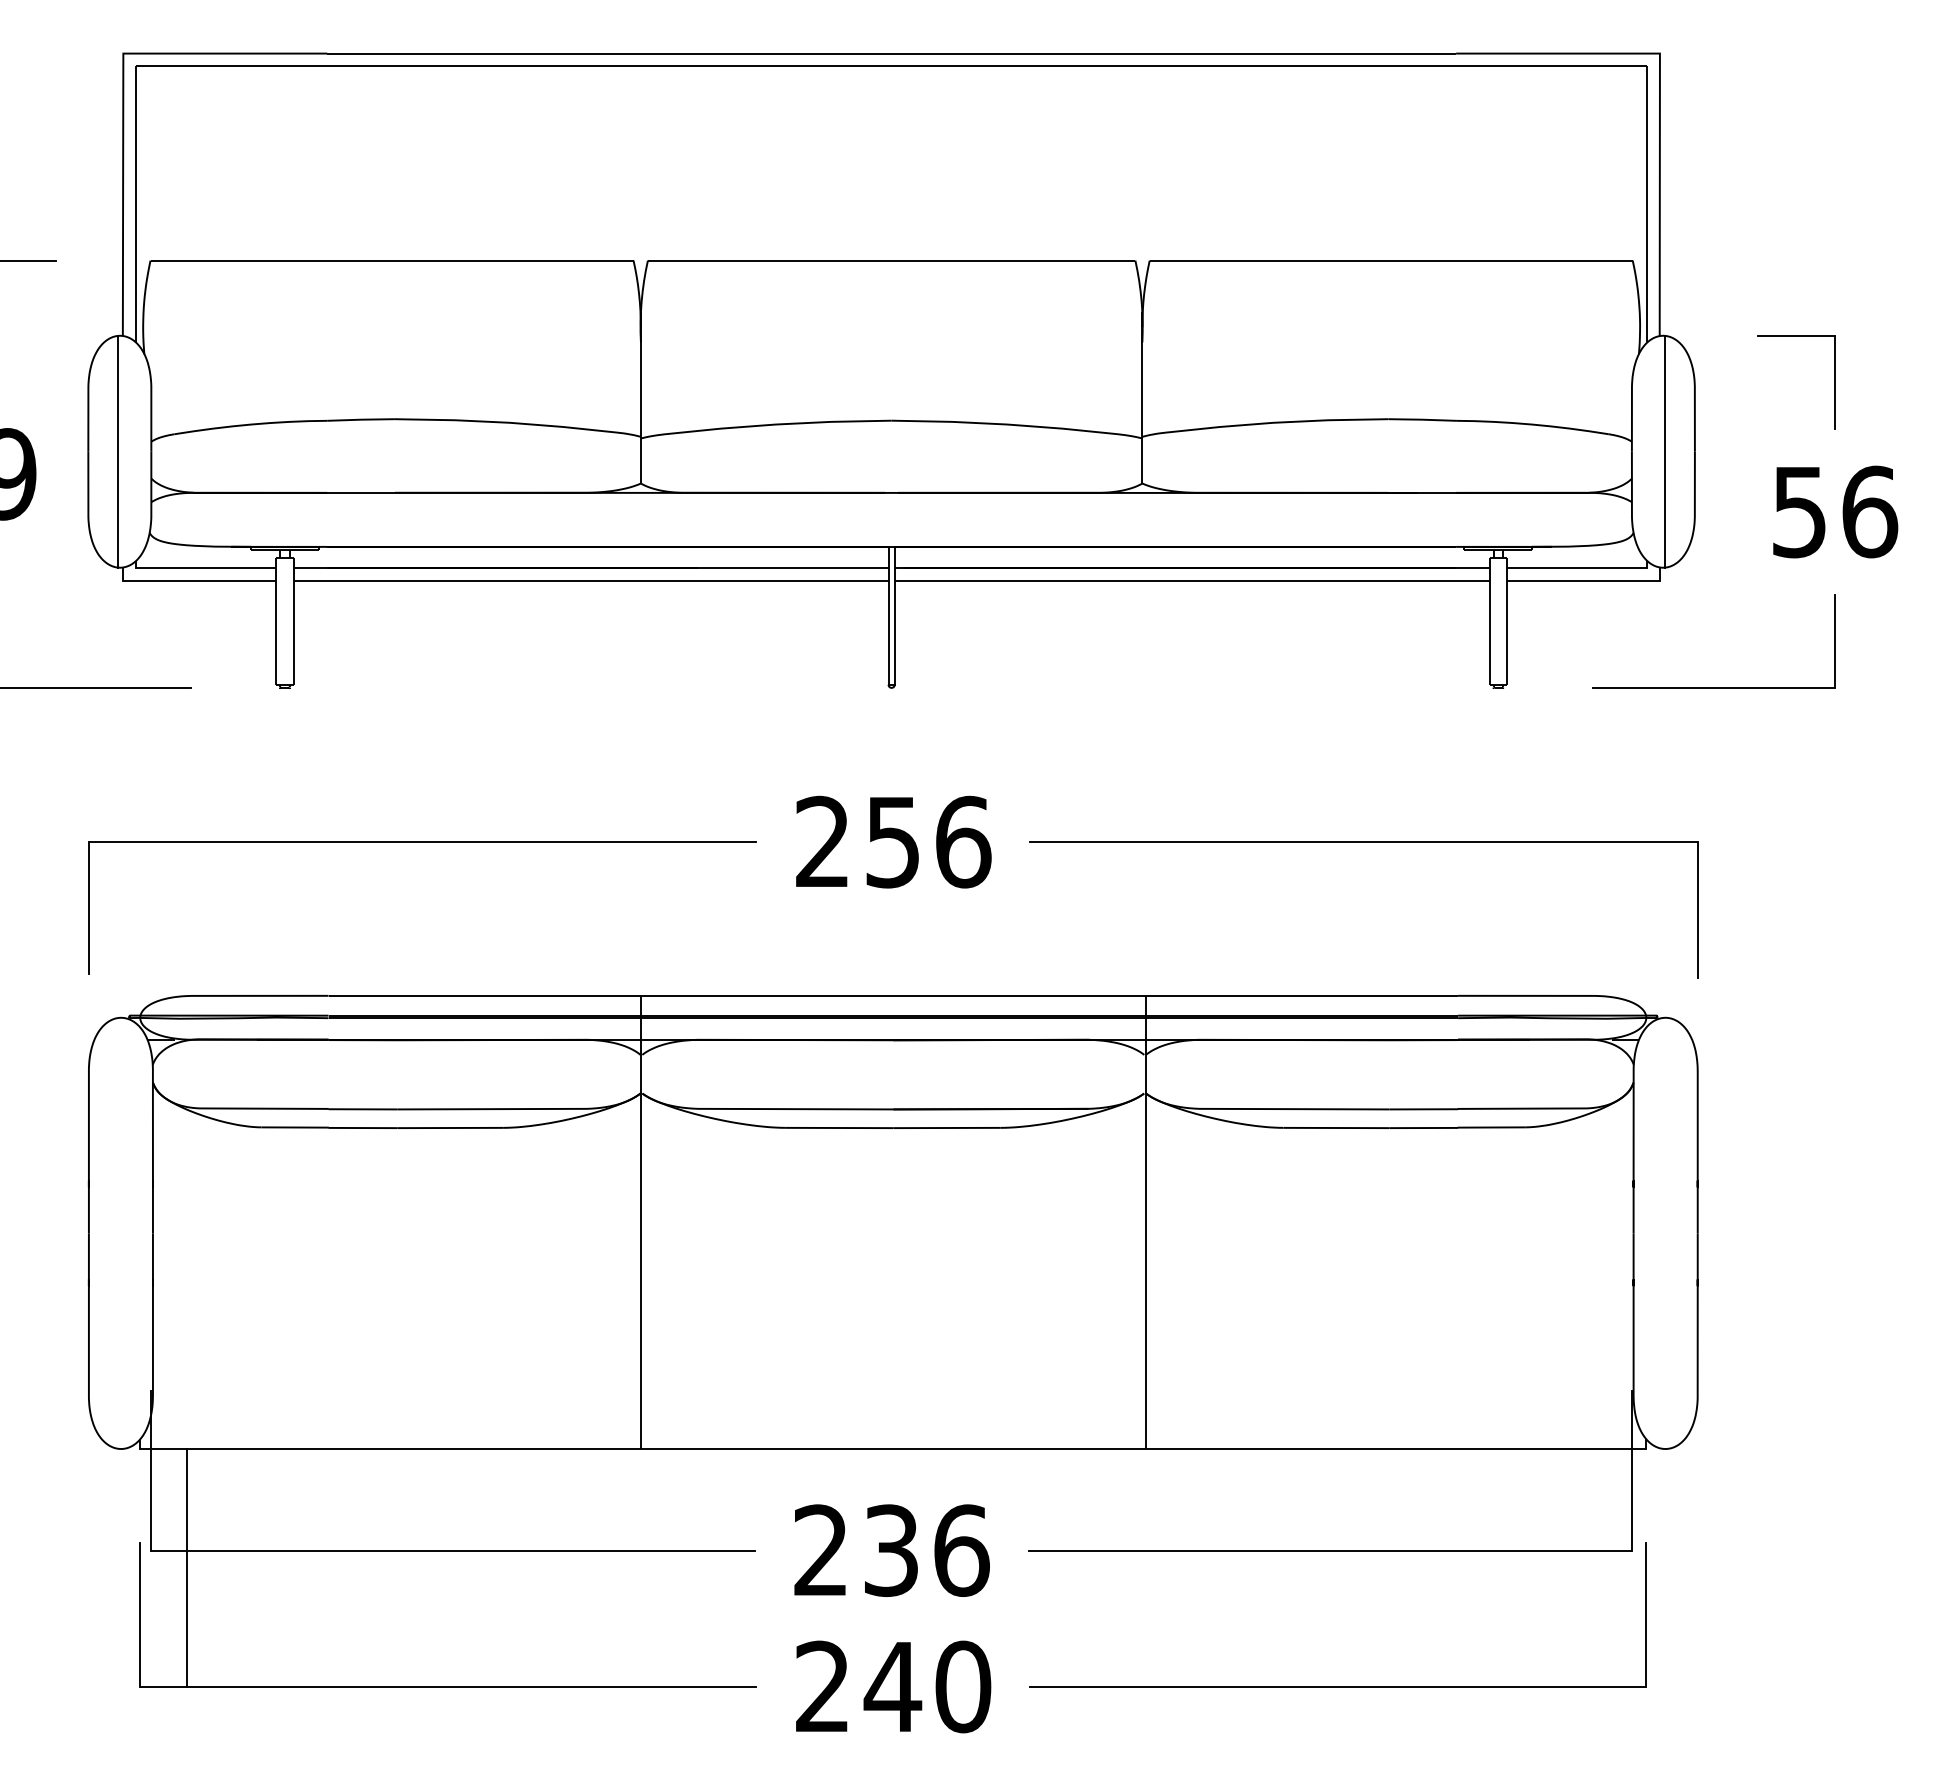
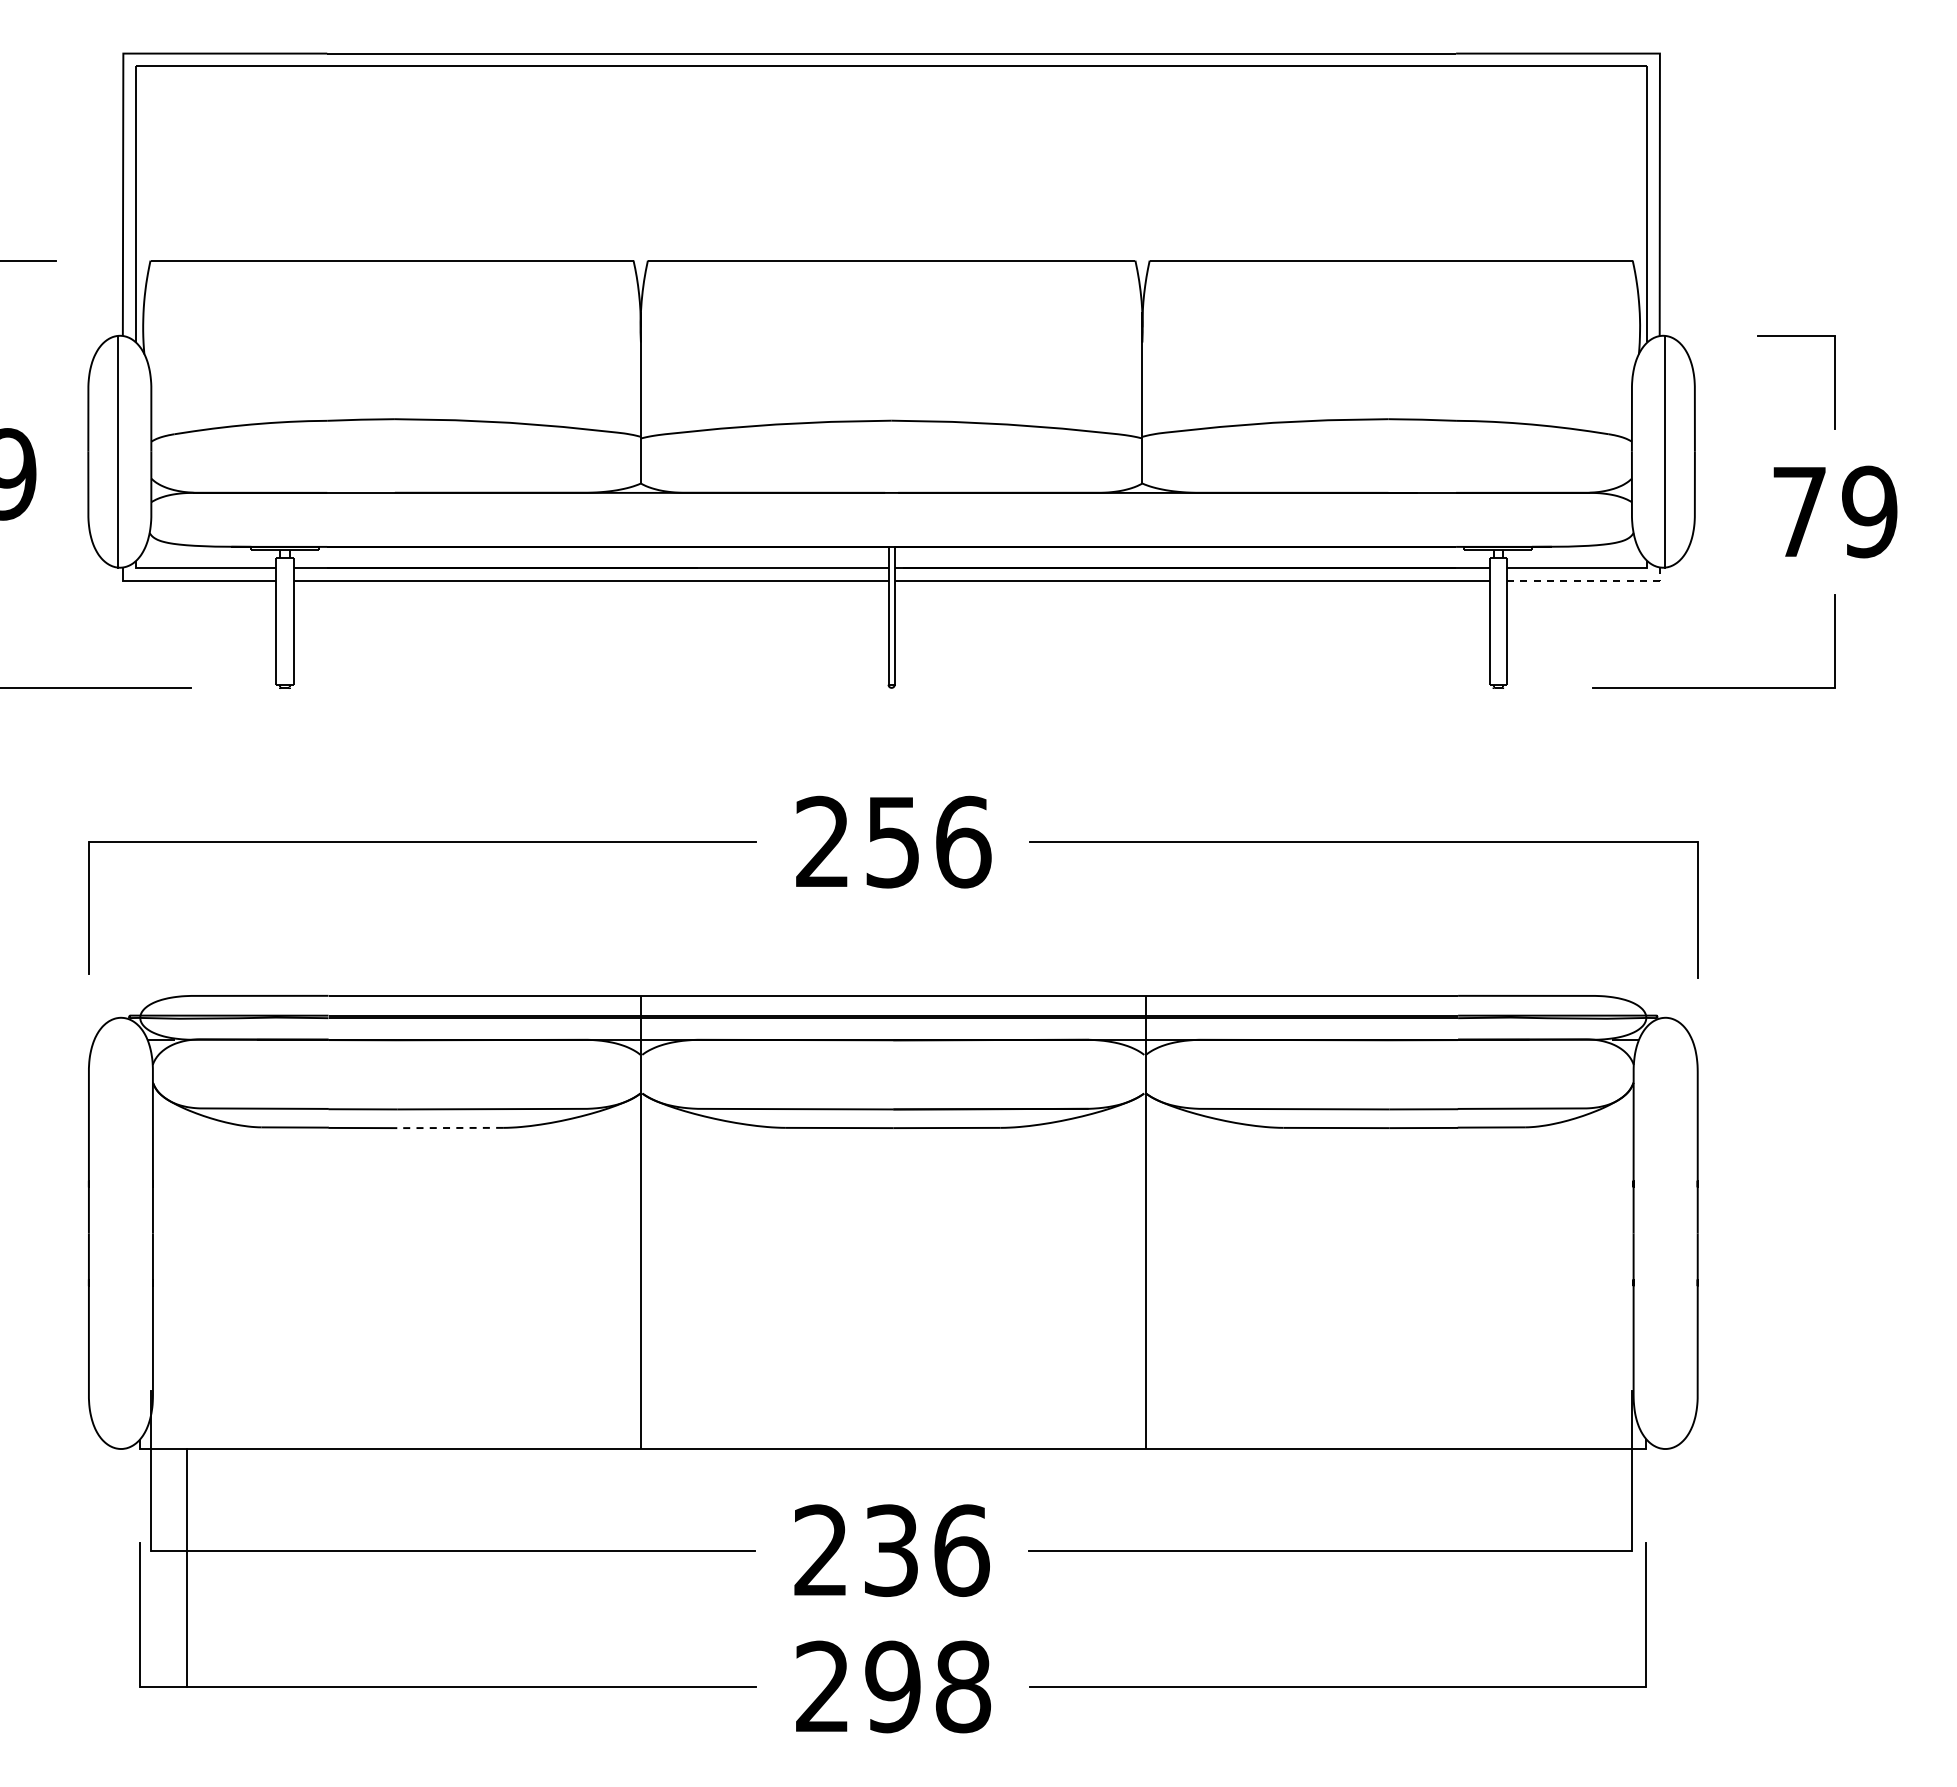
text at (1835, 511): 56 -> 79
line at (1591, 580): solid -> dashed
line at (450, 1128): solid -> dashed
text at (927, 1686): 240 -> 298
